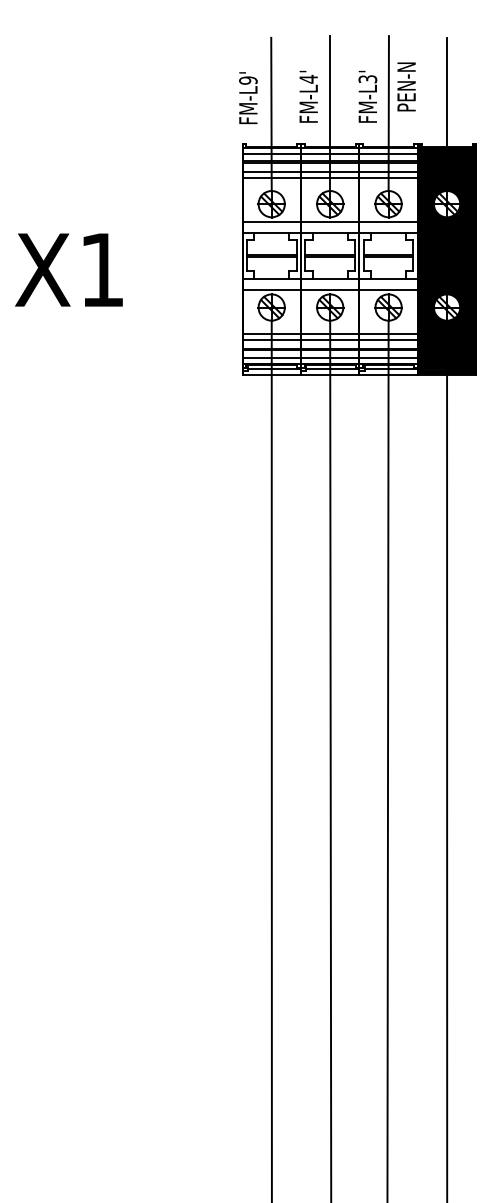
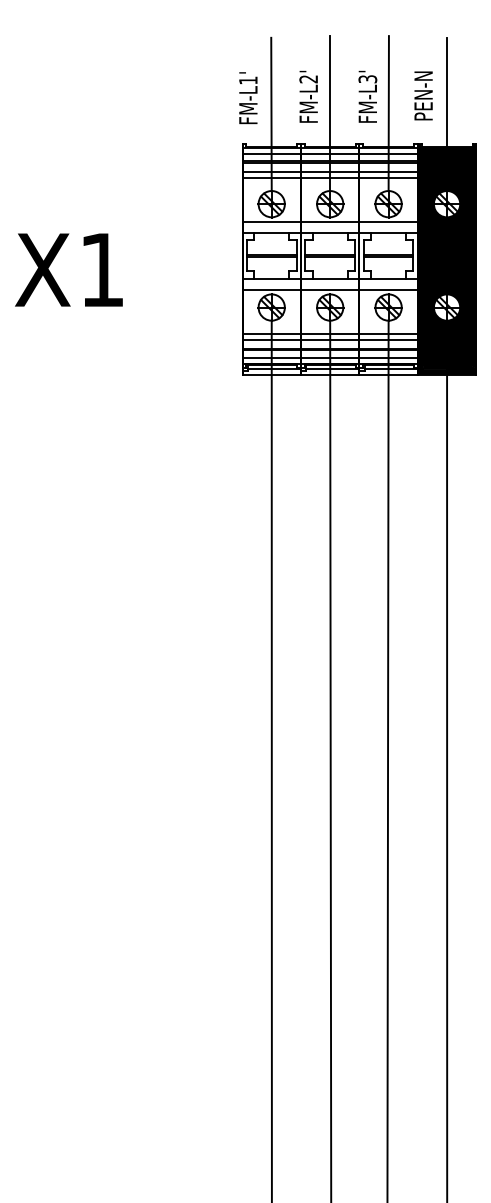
text at (308, 78): FM-L4' -> FM-L2'
text at (248, 80): FM-L9' -> FM-L1'
text at (406, 86) position: (406, 86) -> (423, 95)
